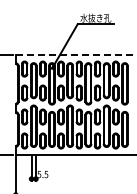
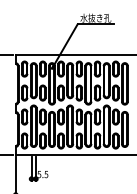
line at (76, 55): dashed -> solid
